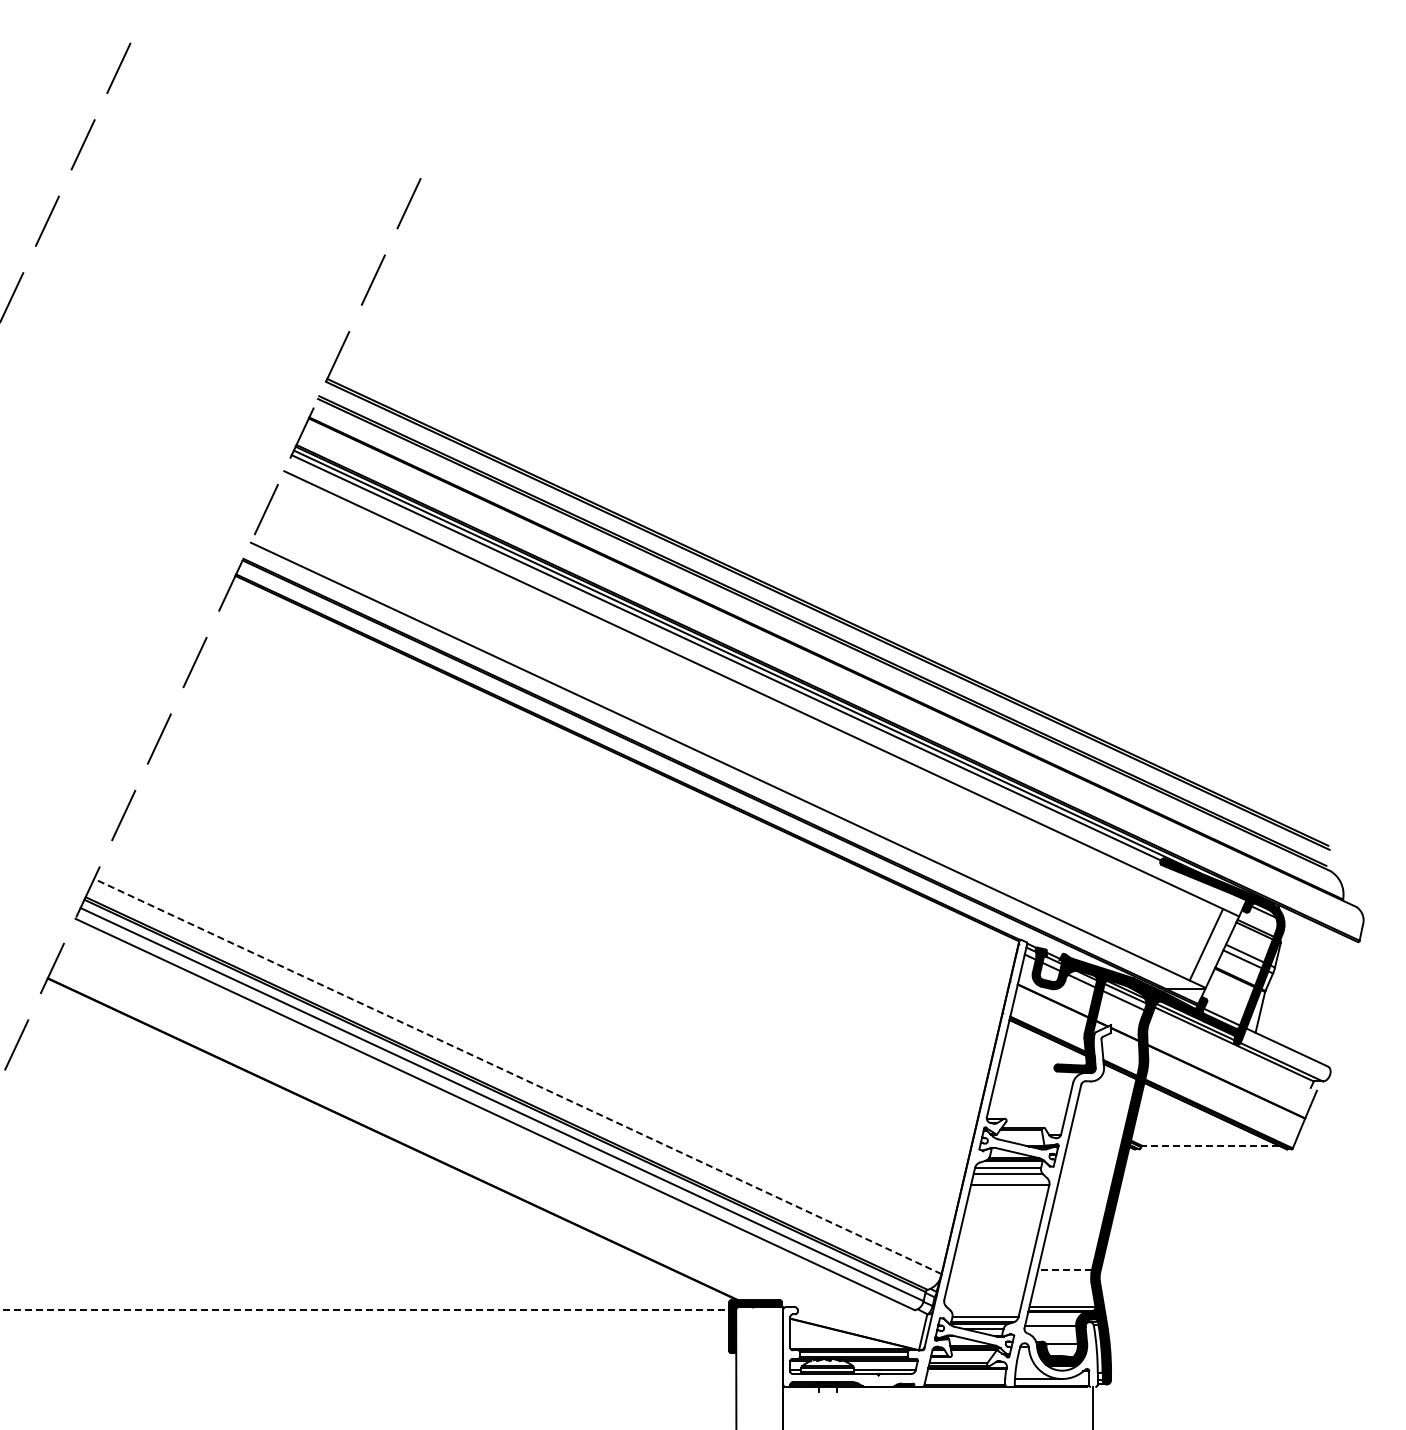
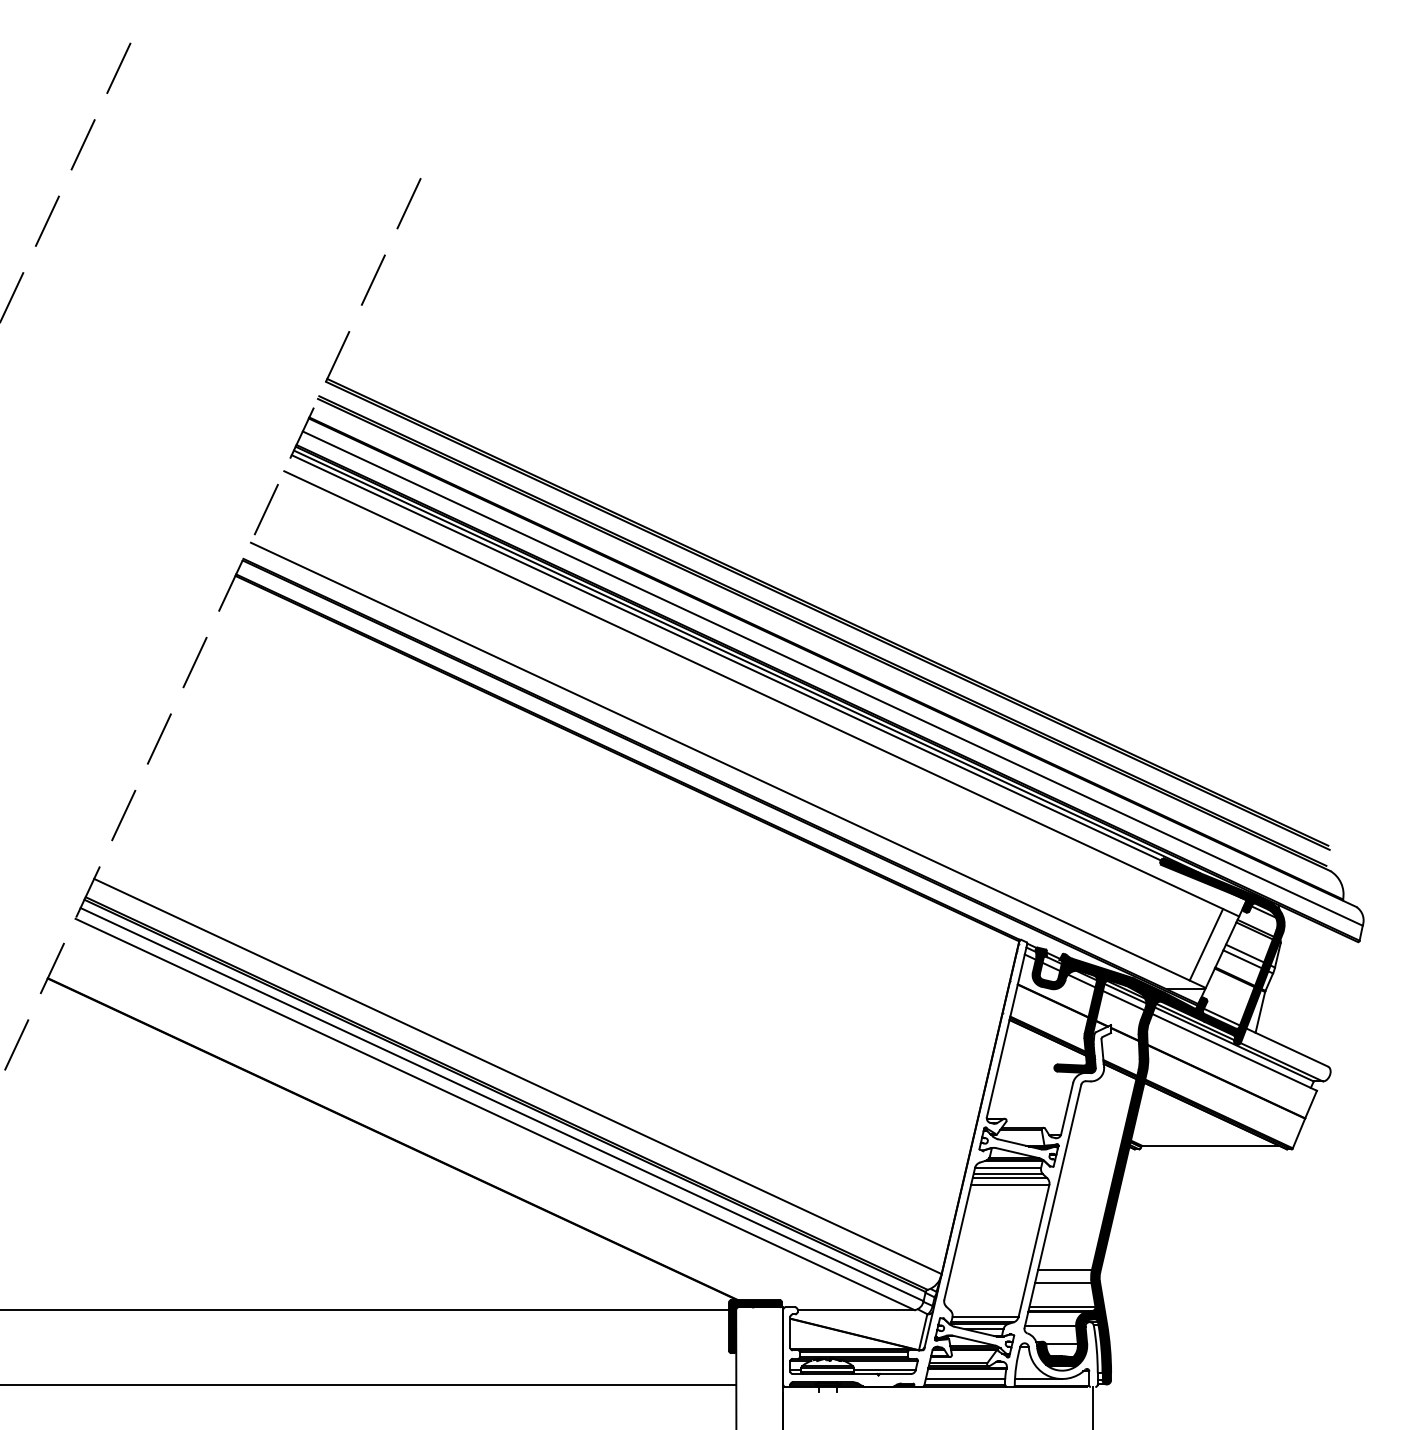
line at (832, 678): none -> present
line at (1234, 1052): none -> present
line at (517, 1076): dashed -> solid
line at (1210, 1145): dashed -> solid
line at (1009, 1178): none -> present
line at (1064, 1270): dashed -> solid
line at (1063, 1283): none -> present
line at (368, 1309): dashed -> solid
line at (855, 1310): none -> present
line at (965, 1379): none -> present
line at (369, 1384): none -> present
